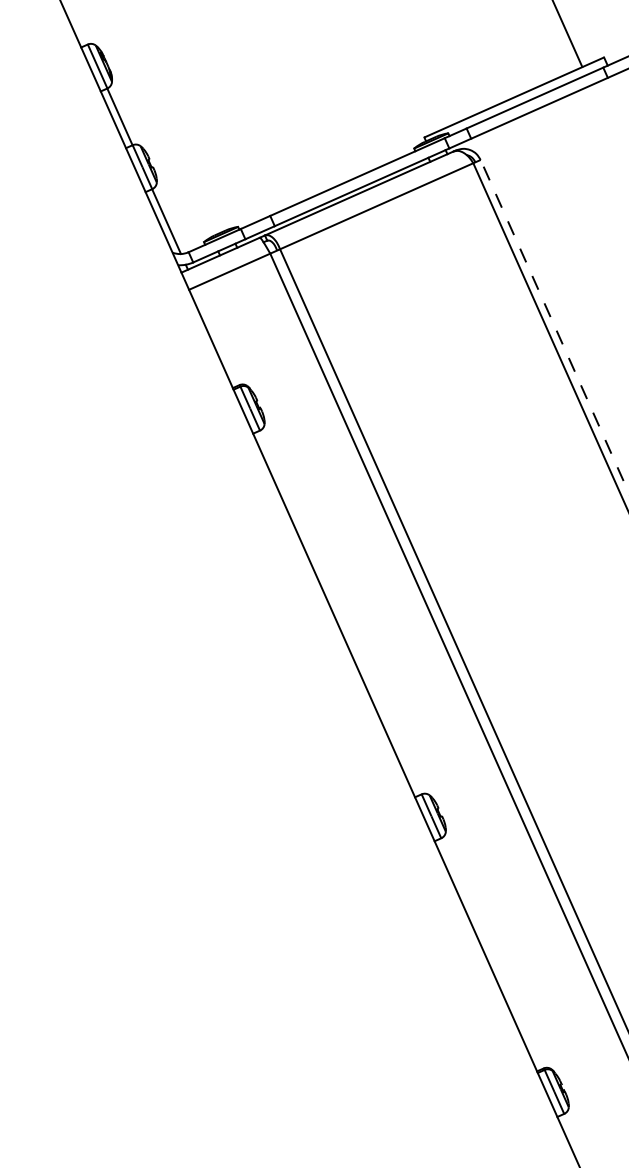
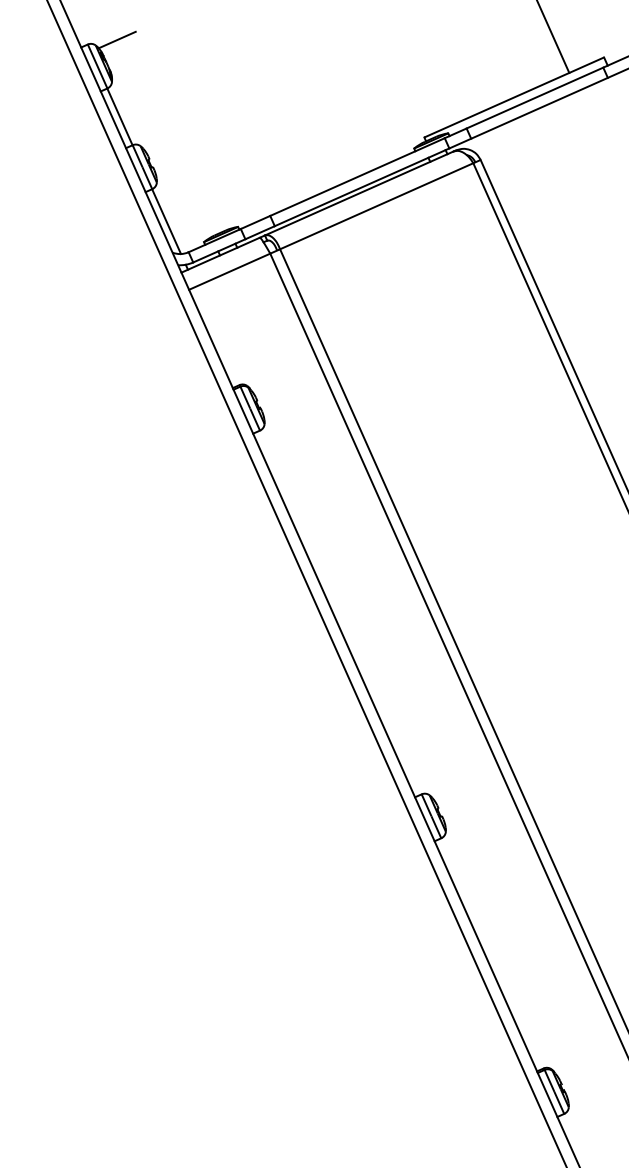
line at (567, 34) position: (567, 34) -> (553, 37)
line at (116, 39): none -> present
line at (554, 326): dashed -> solid
line at (306, 583): none -> present
